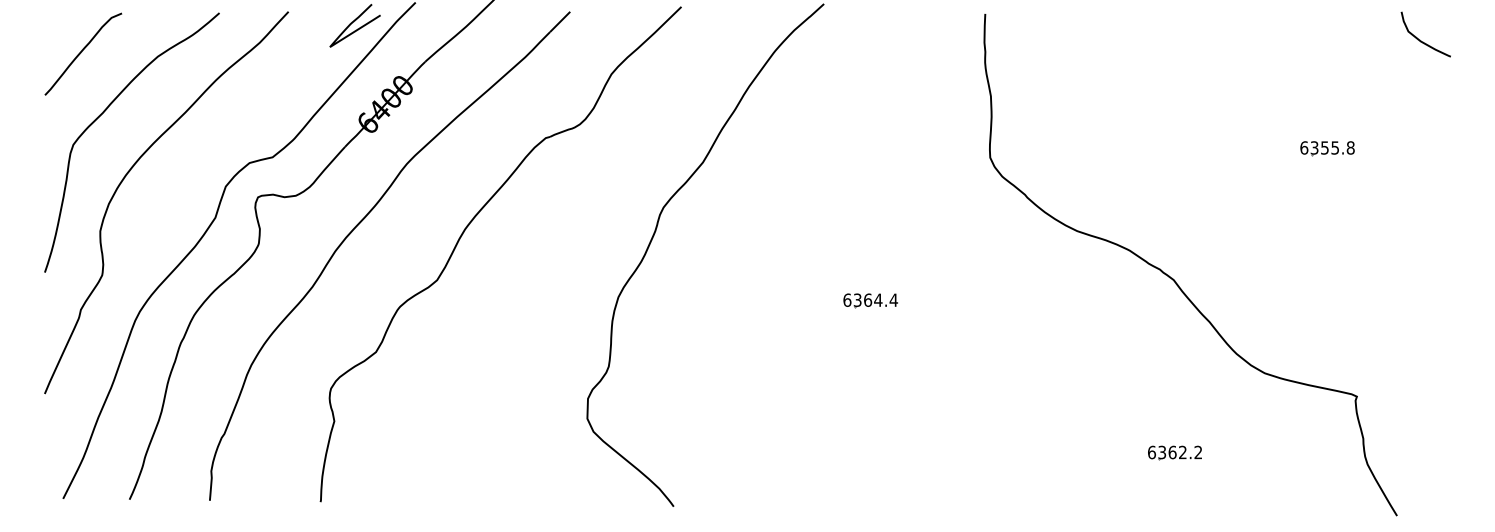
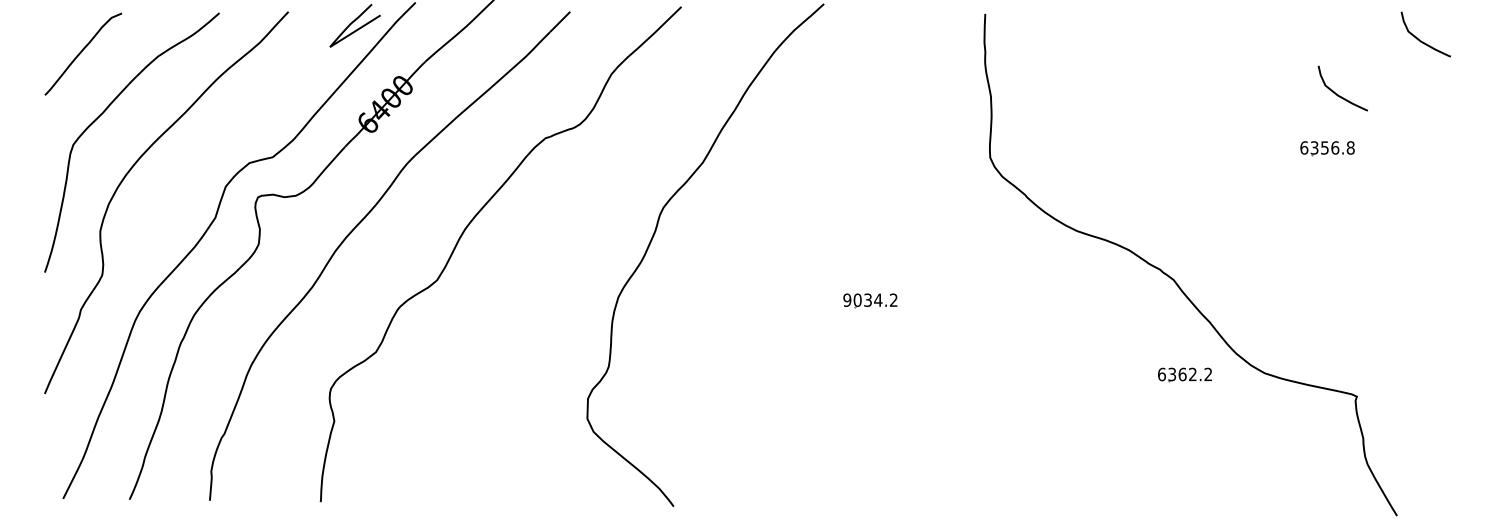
curve at (1337, 93): none -> present
text at (1335, 147): 6355.8 -> 6356.8
text at (870, 299): 6364.4 -> 9034.2
part at (1174, 452) position: (1174, 452) -> (1184, 374)
